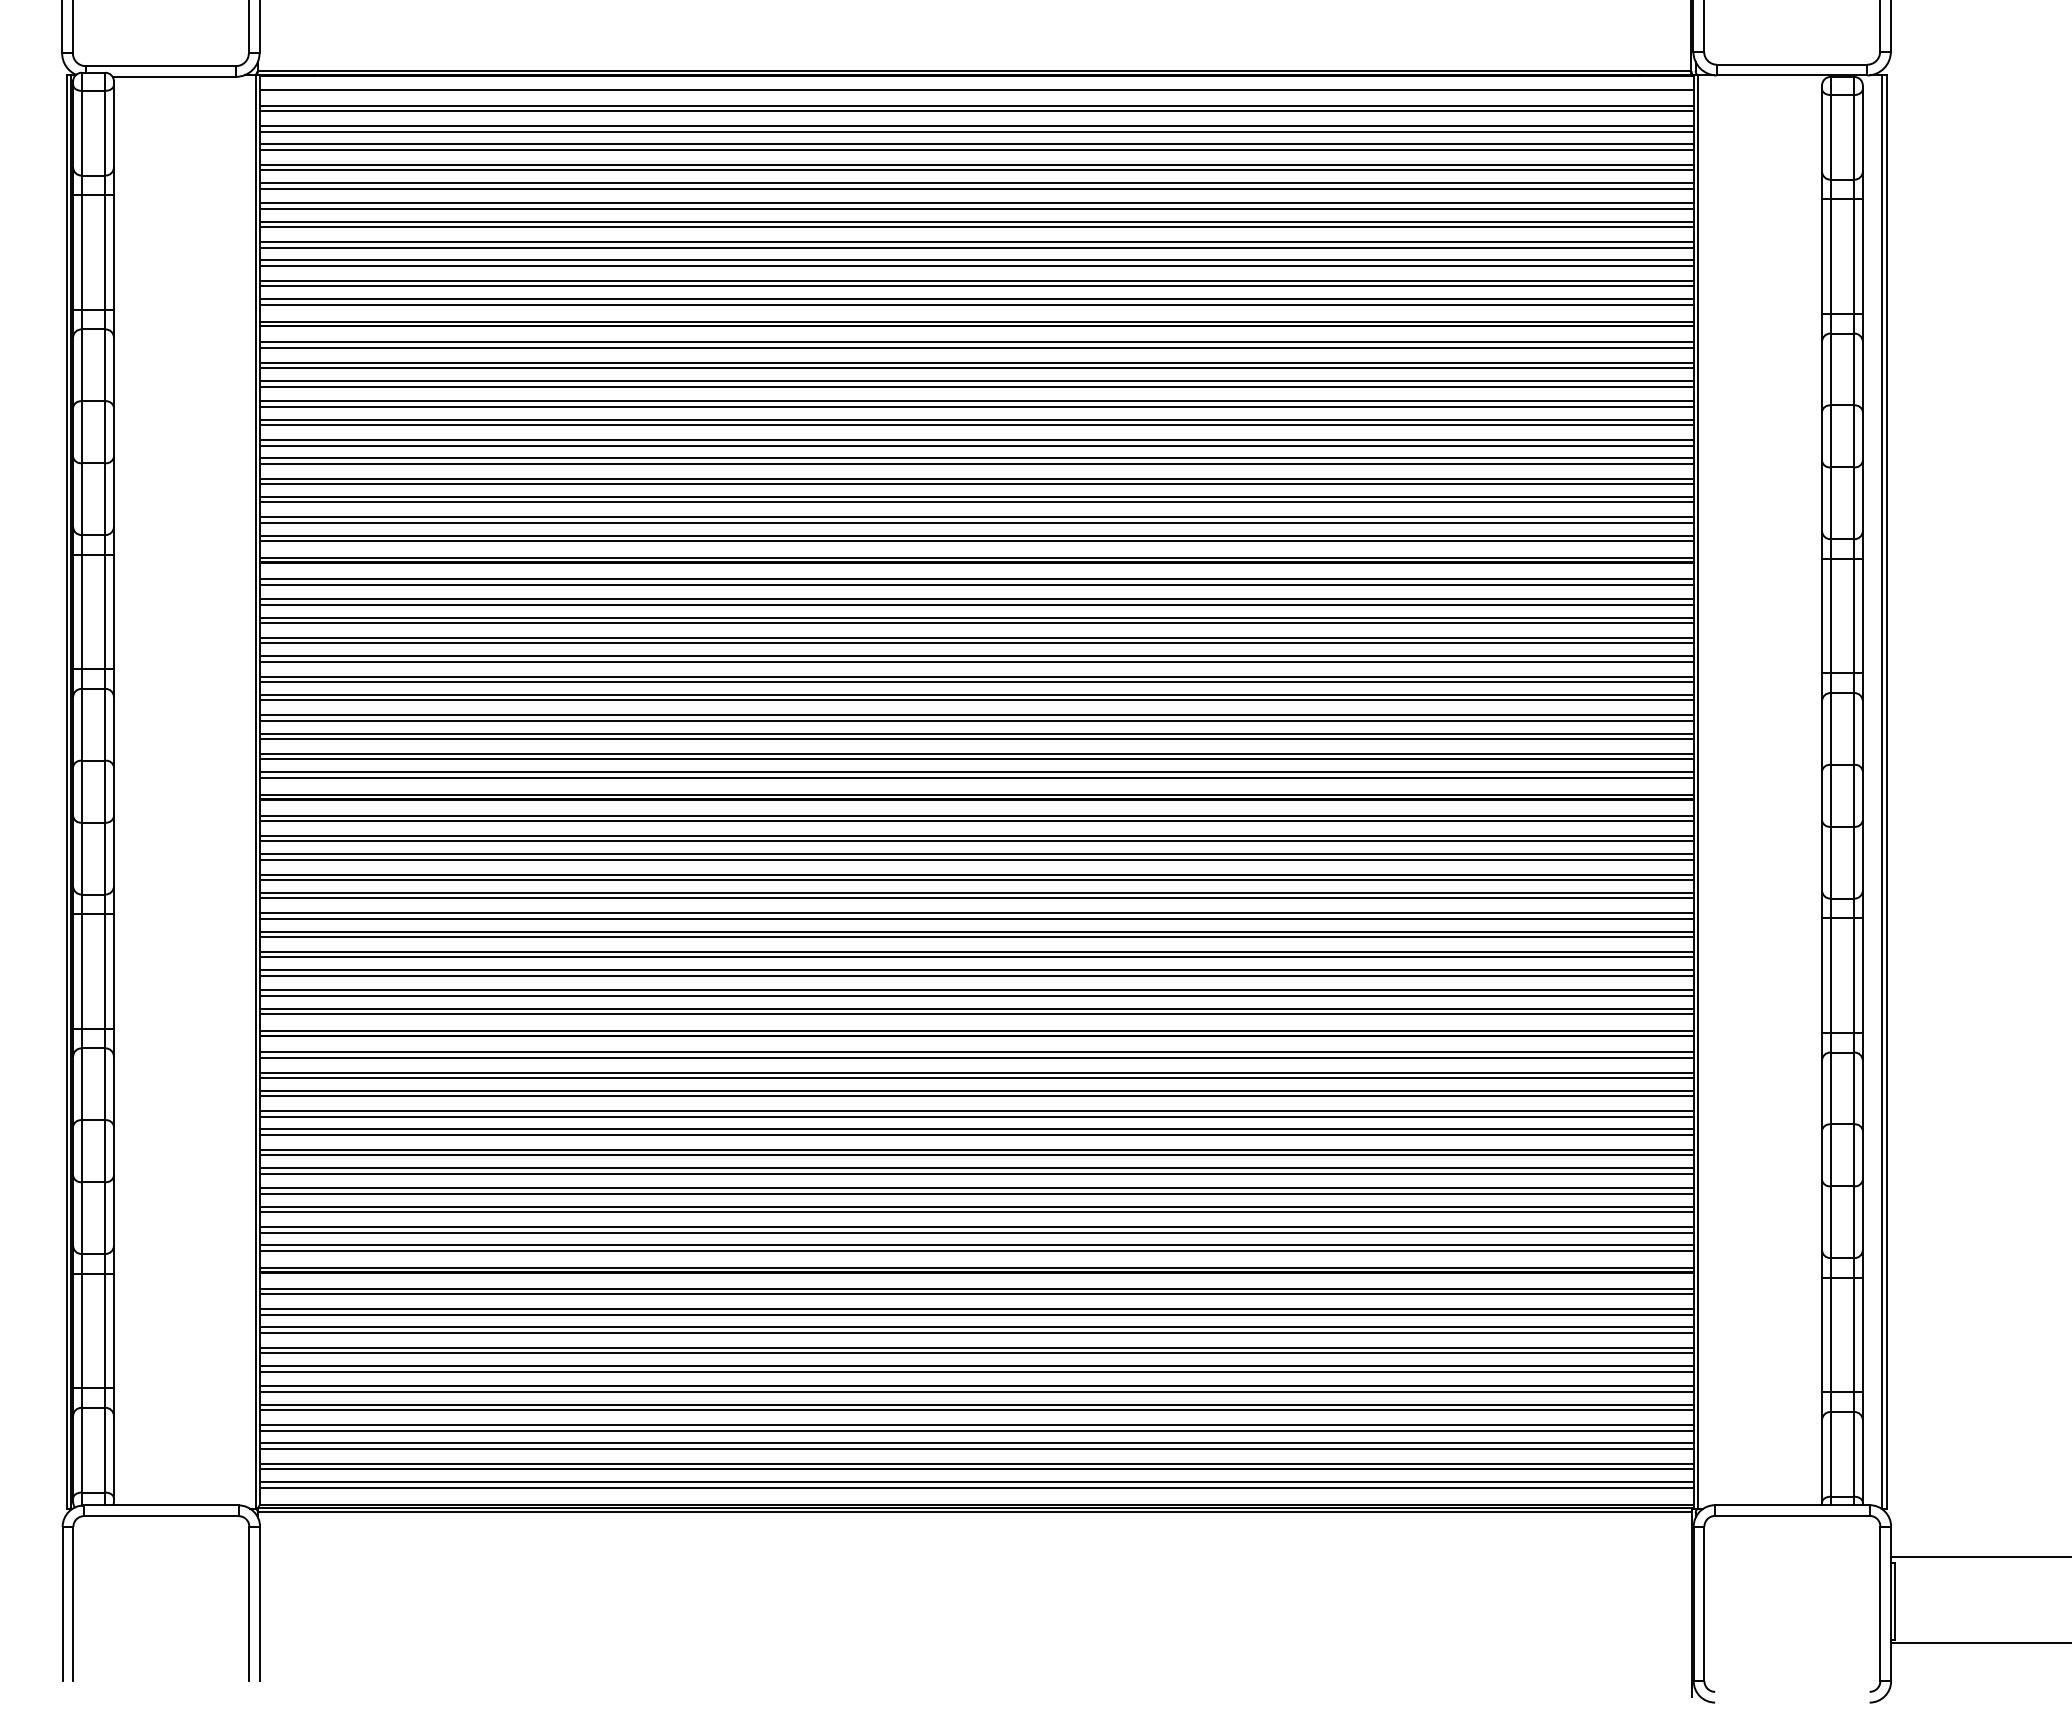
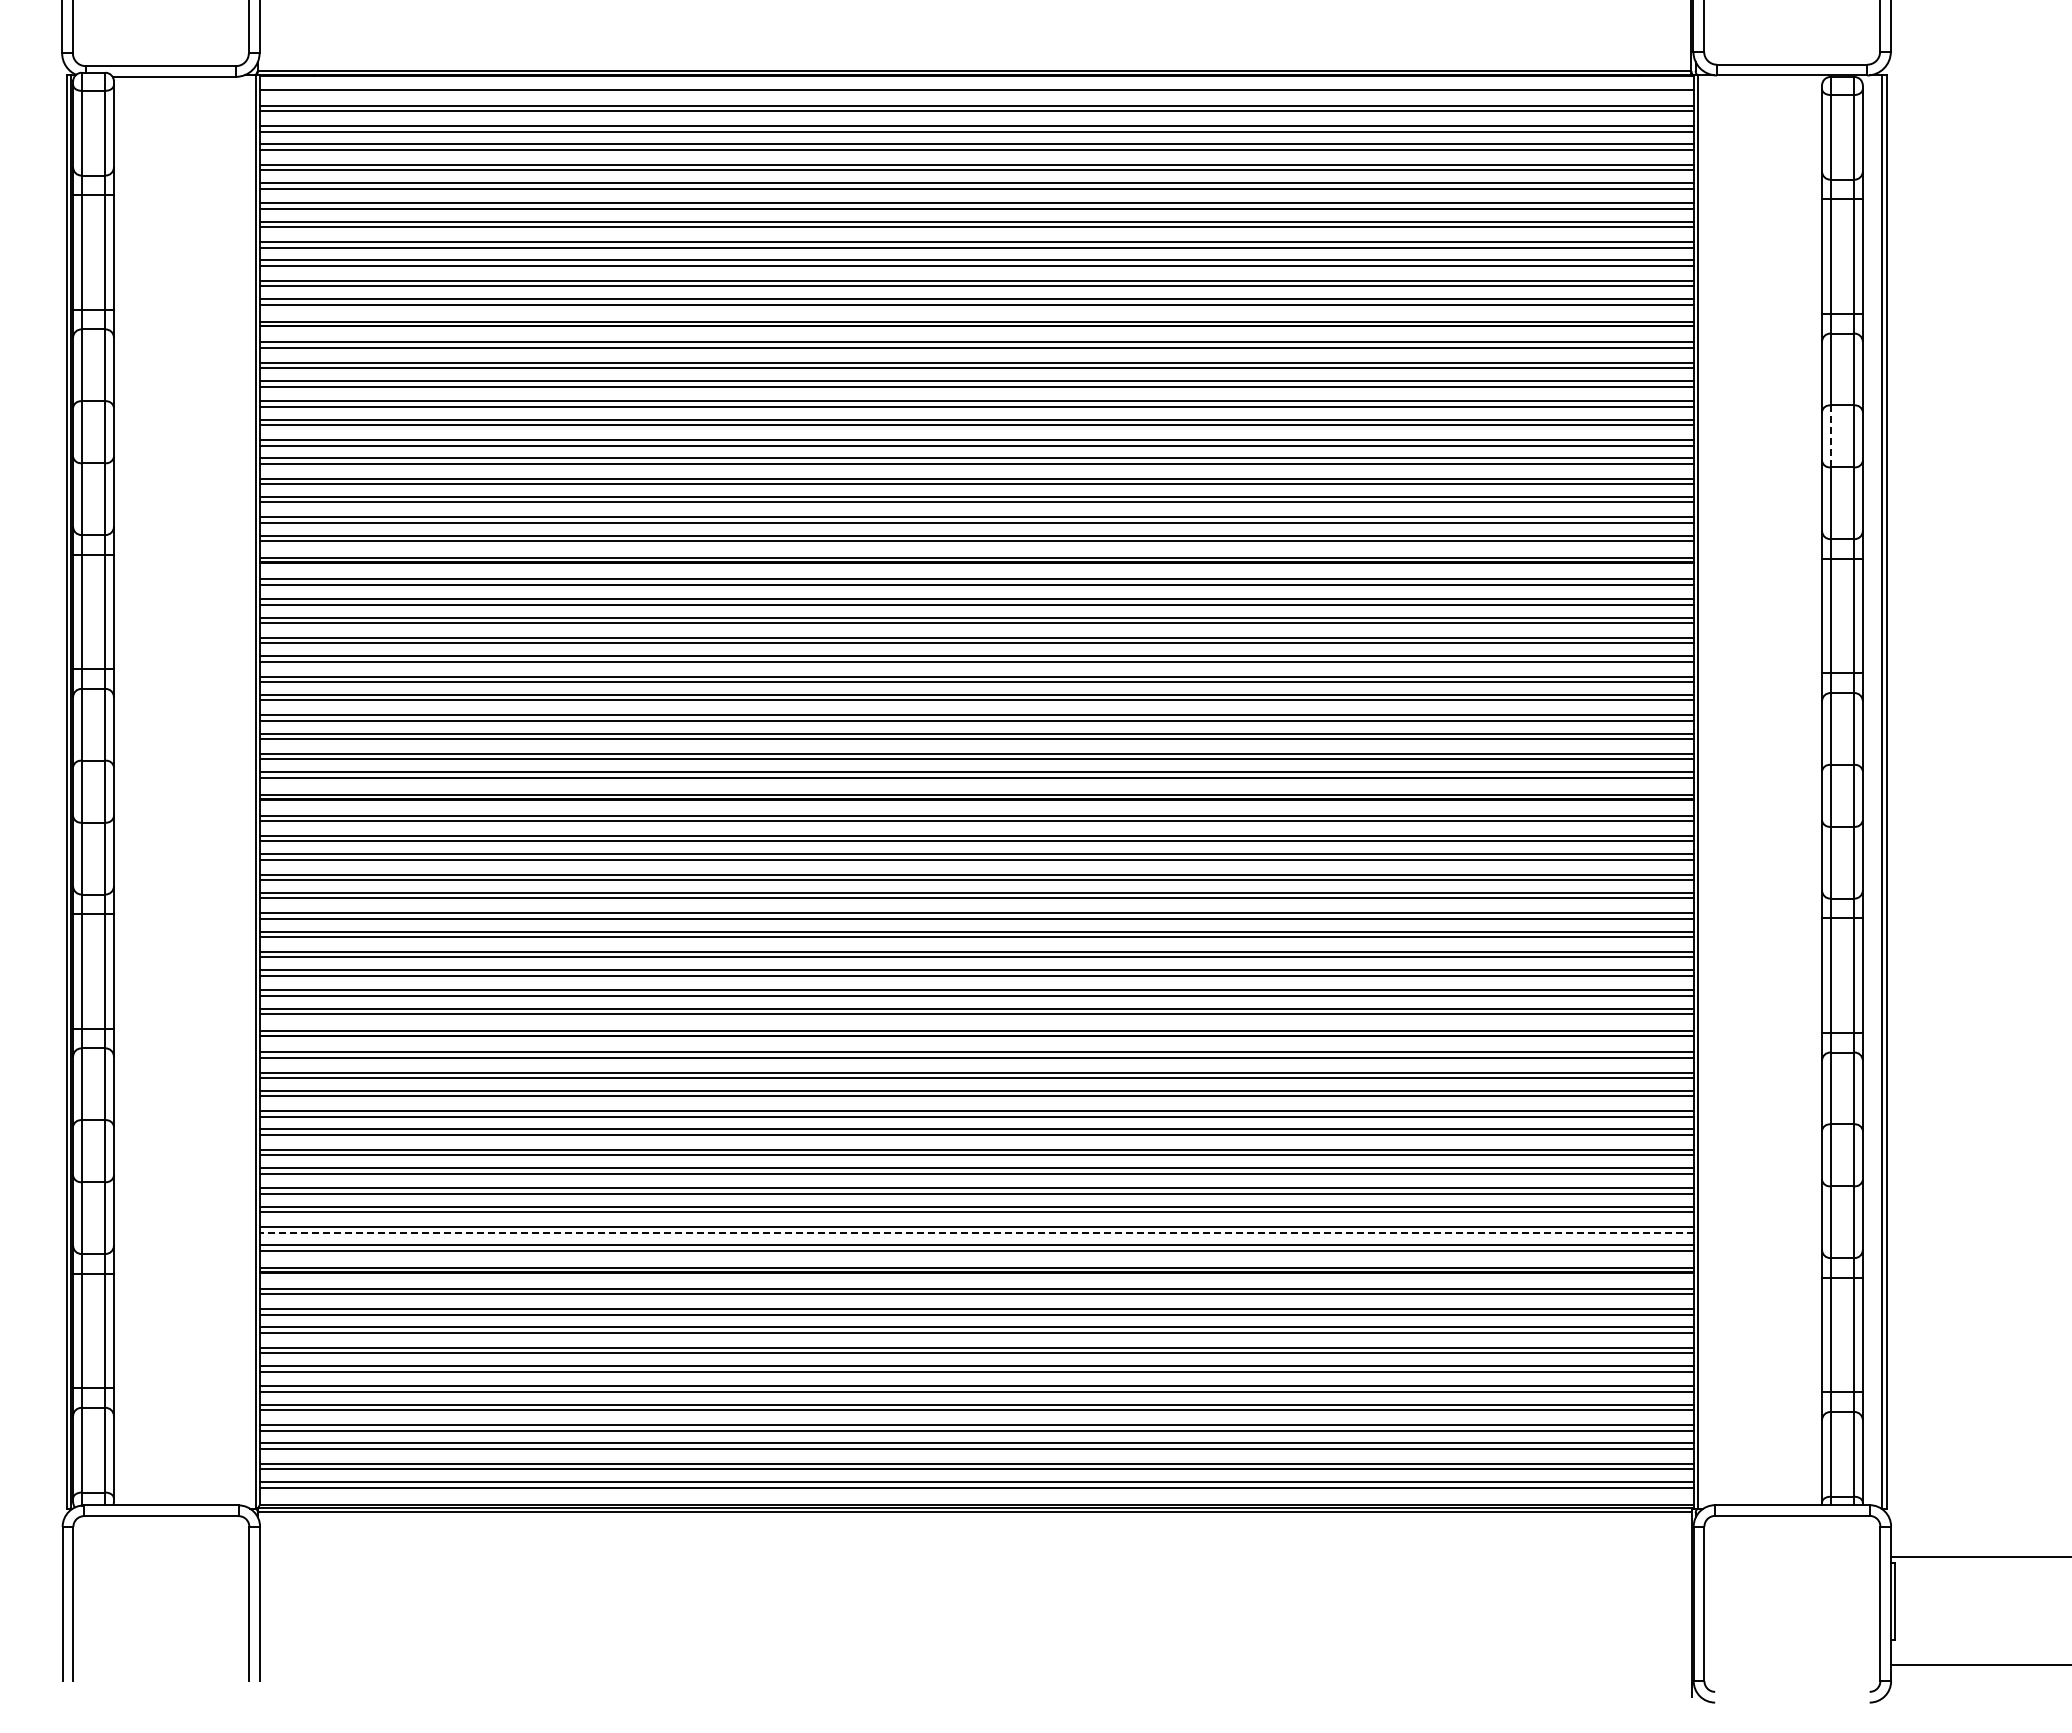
line at (1830, 436): solid -> dashed
line at (976, 1232): solid -> dashed
line at (1979, 1642) position: (1979, 1642) -> (1979, 1664)
